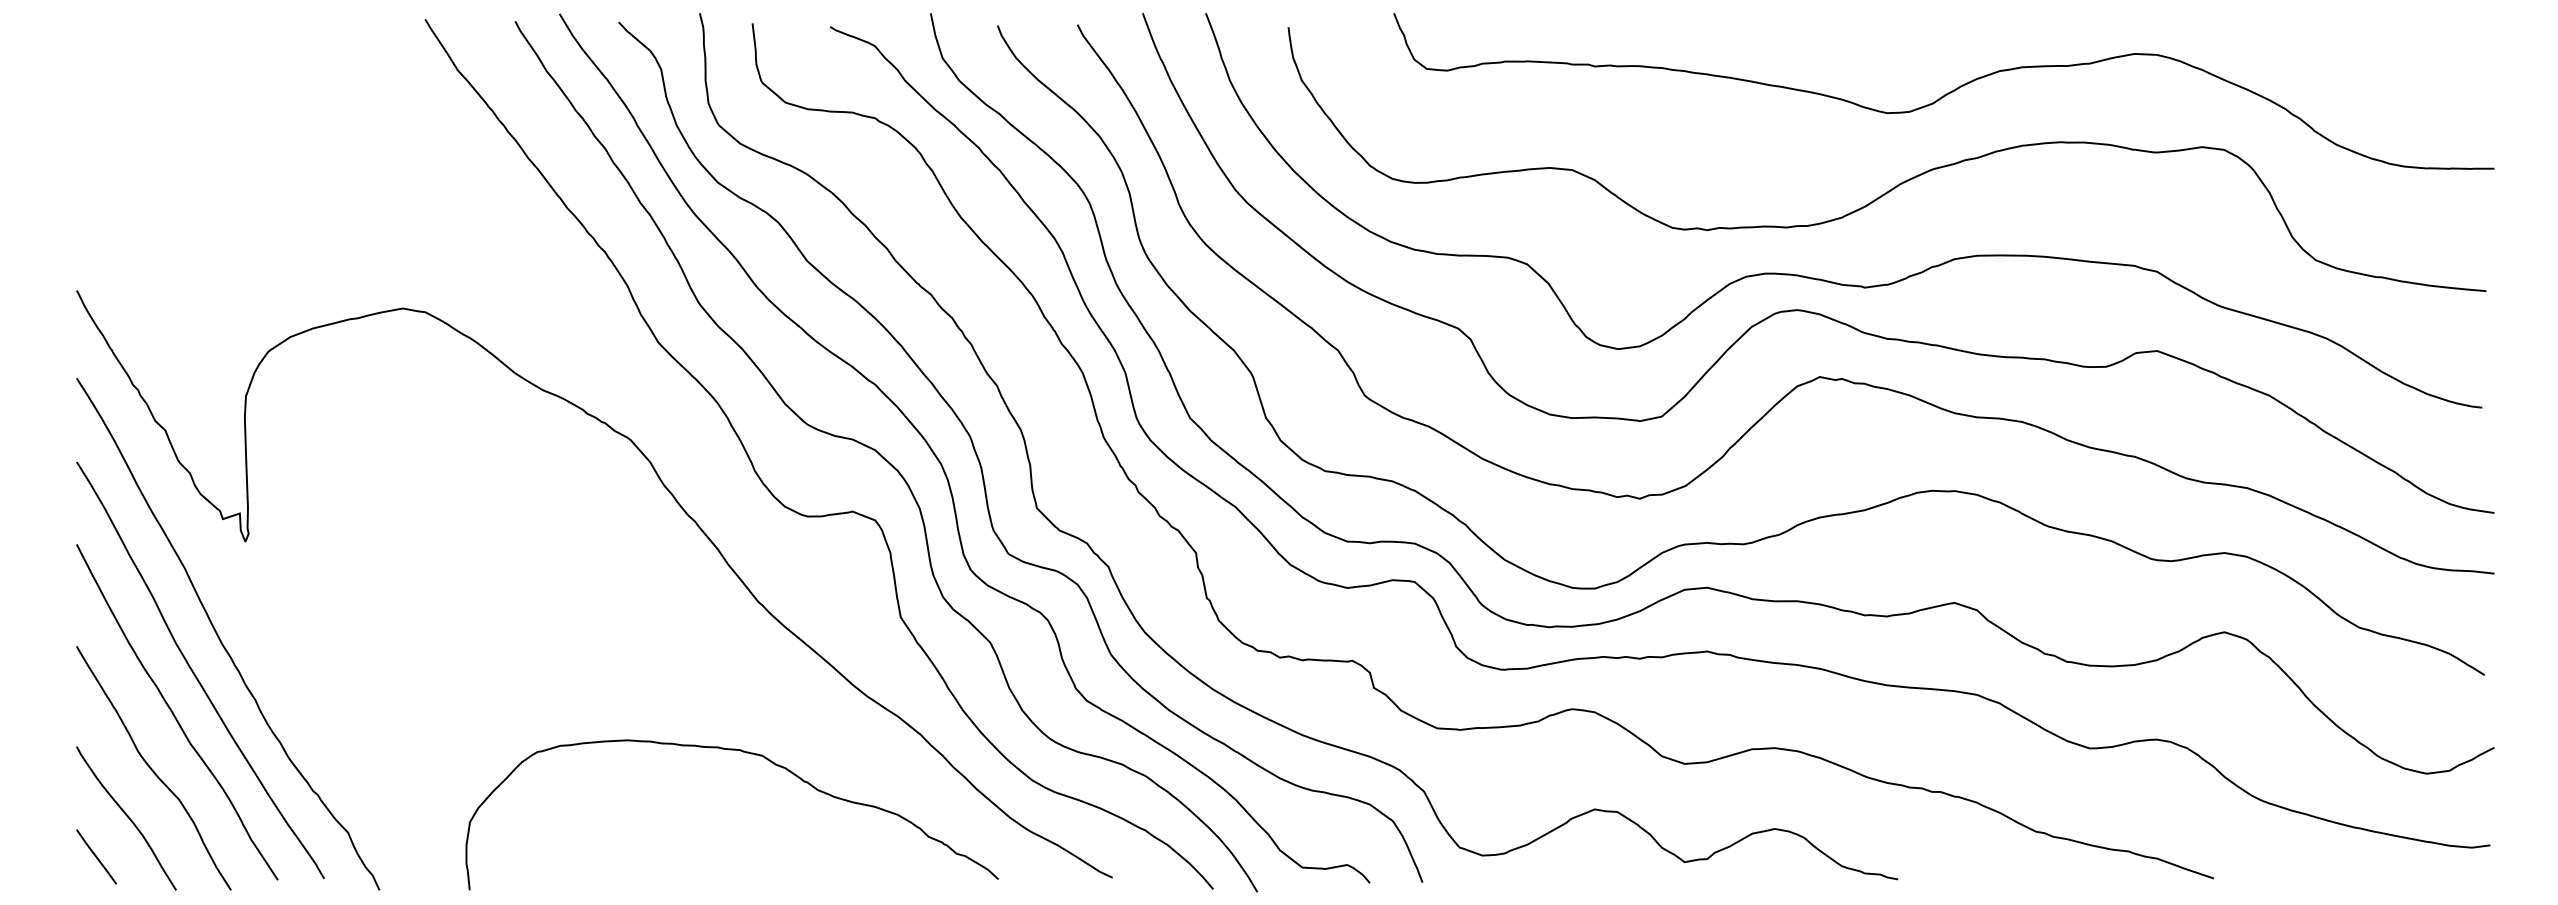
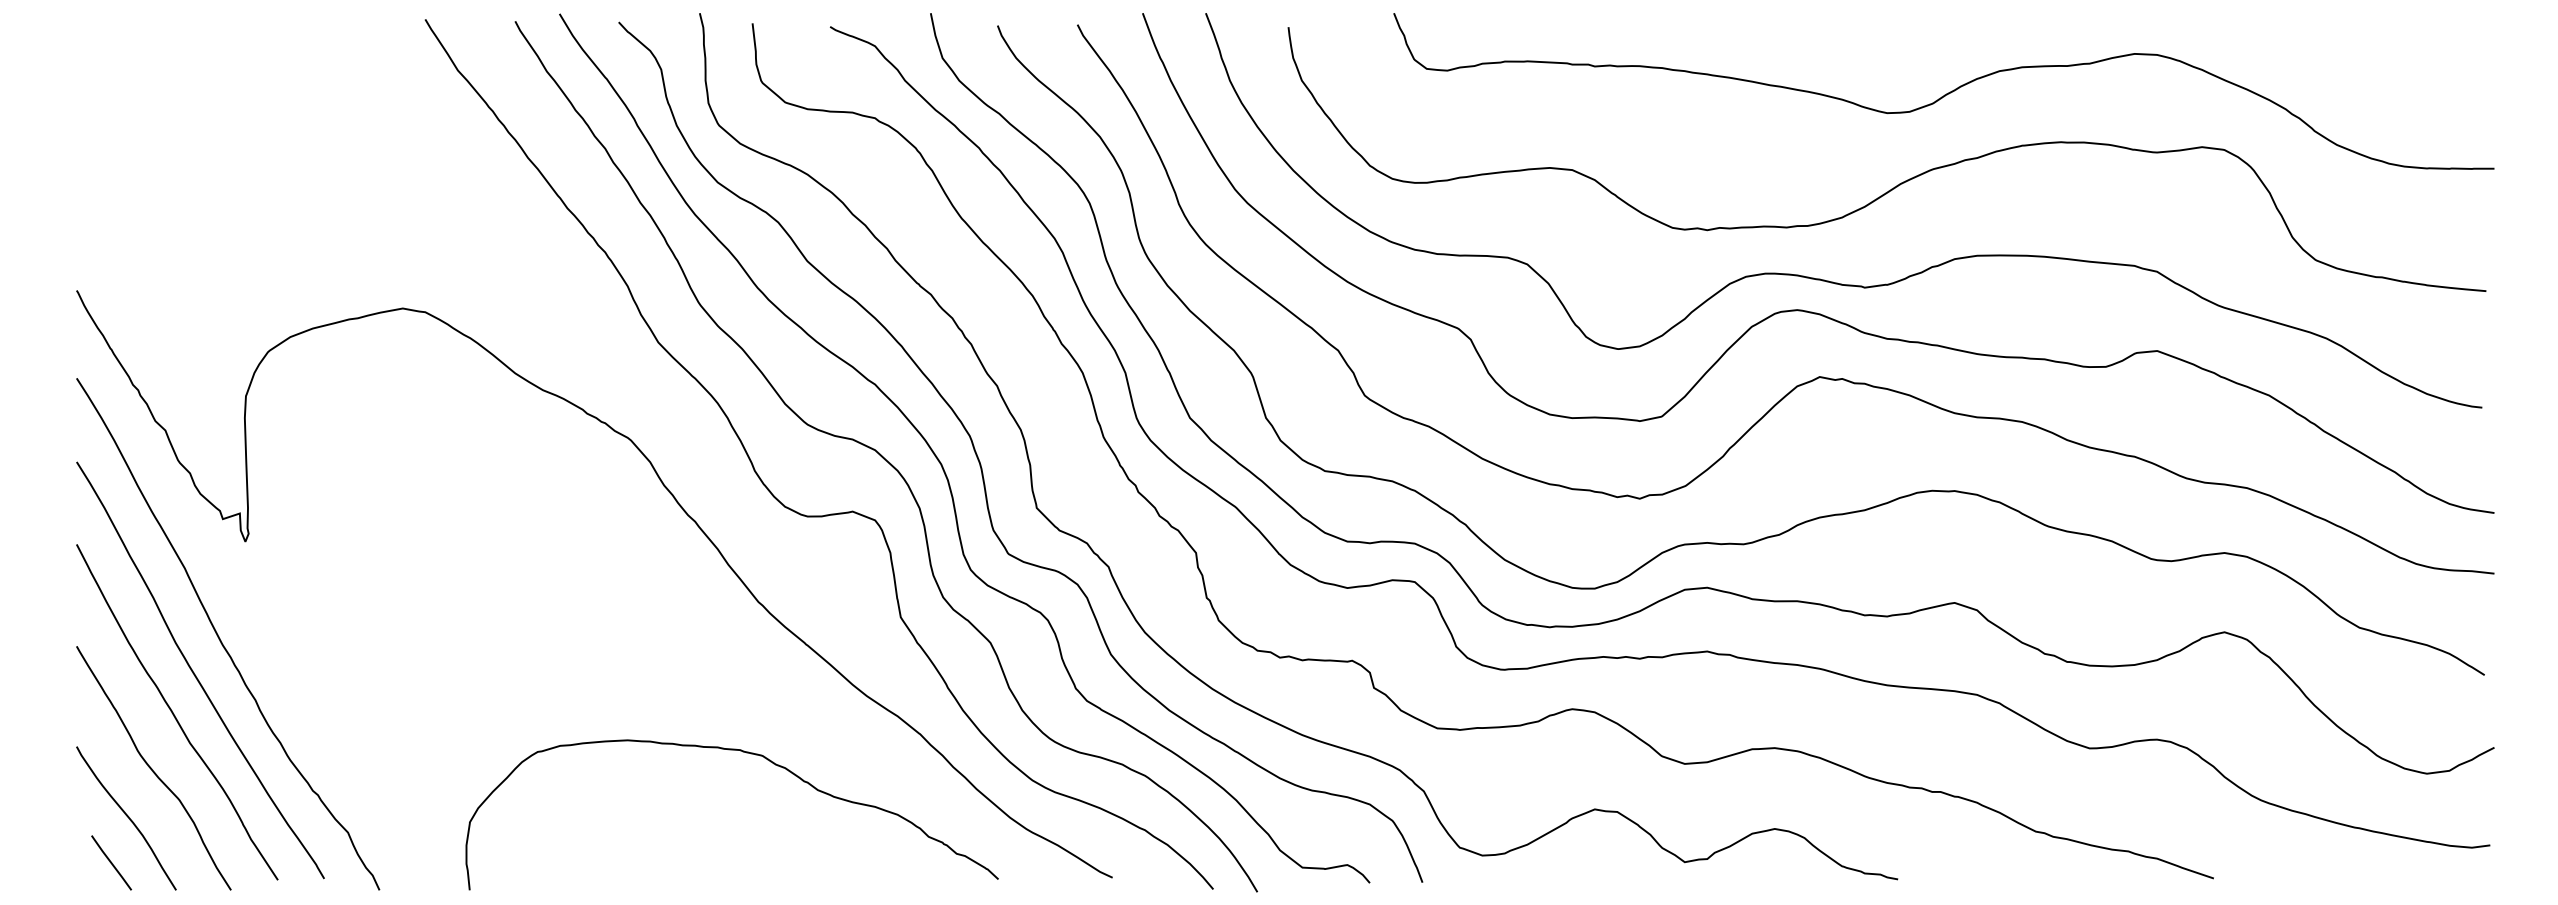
line at (96, 856) position: (96, 856) -> (111, 862)
